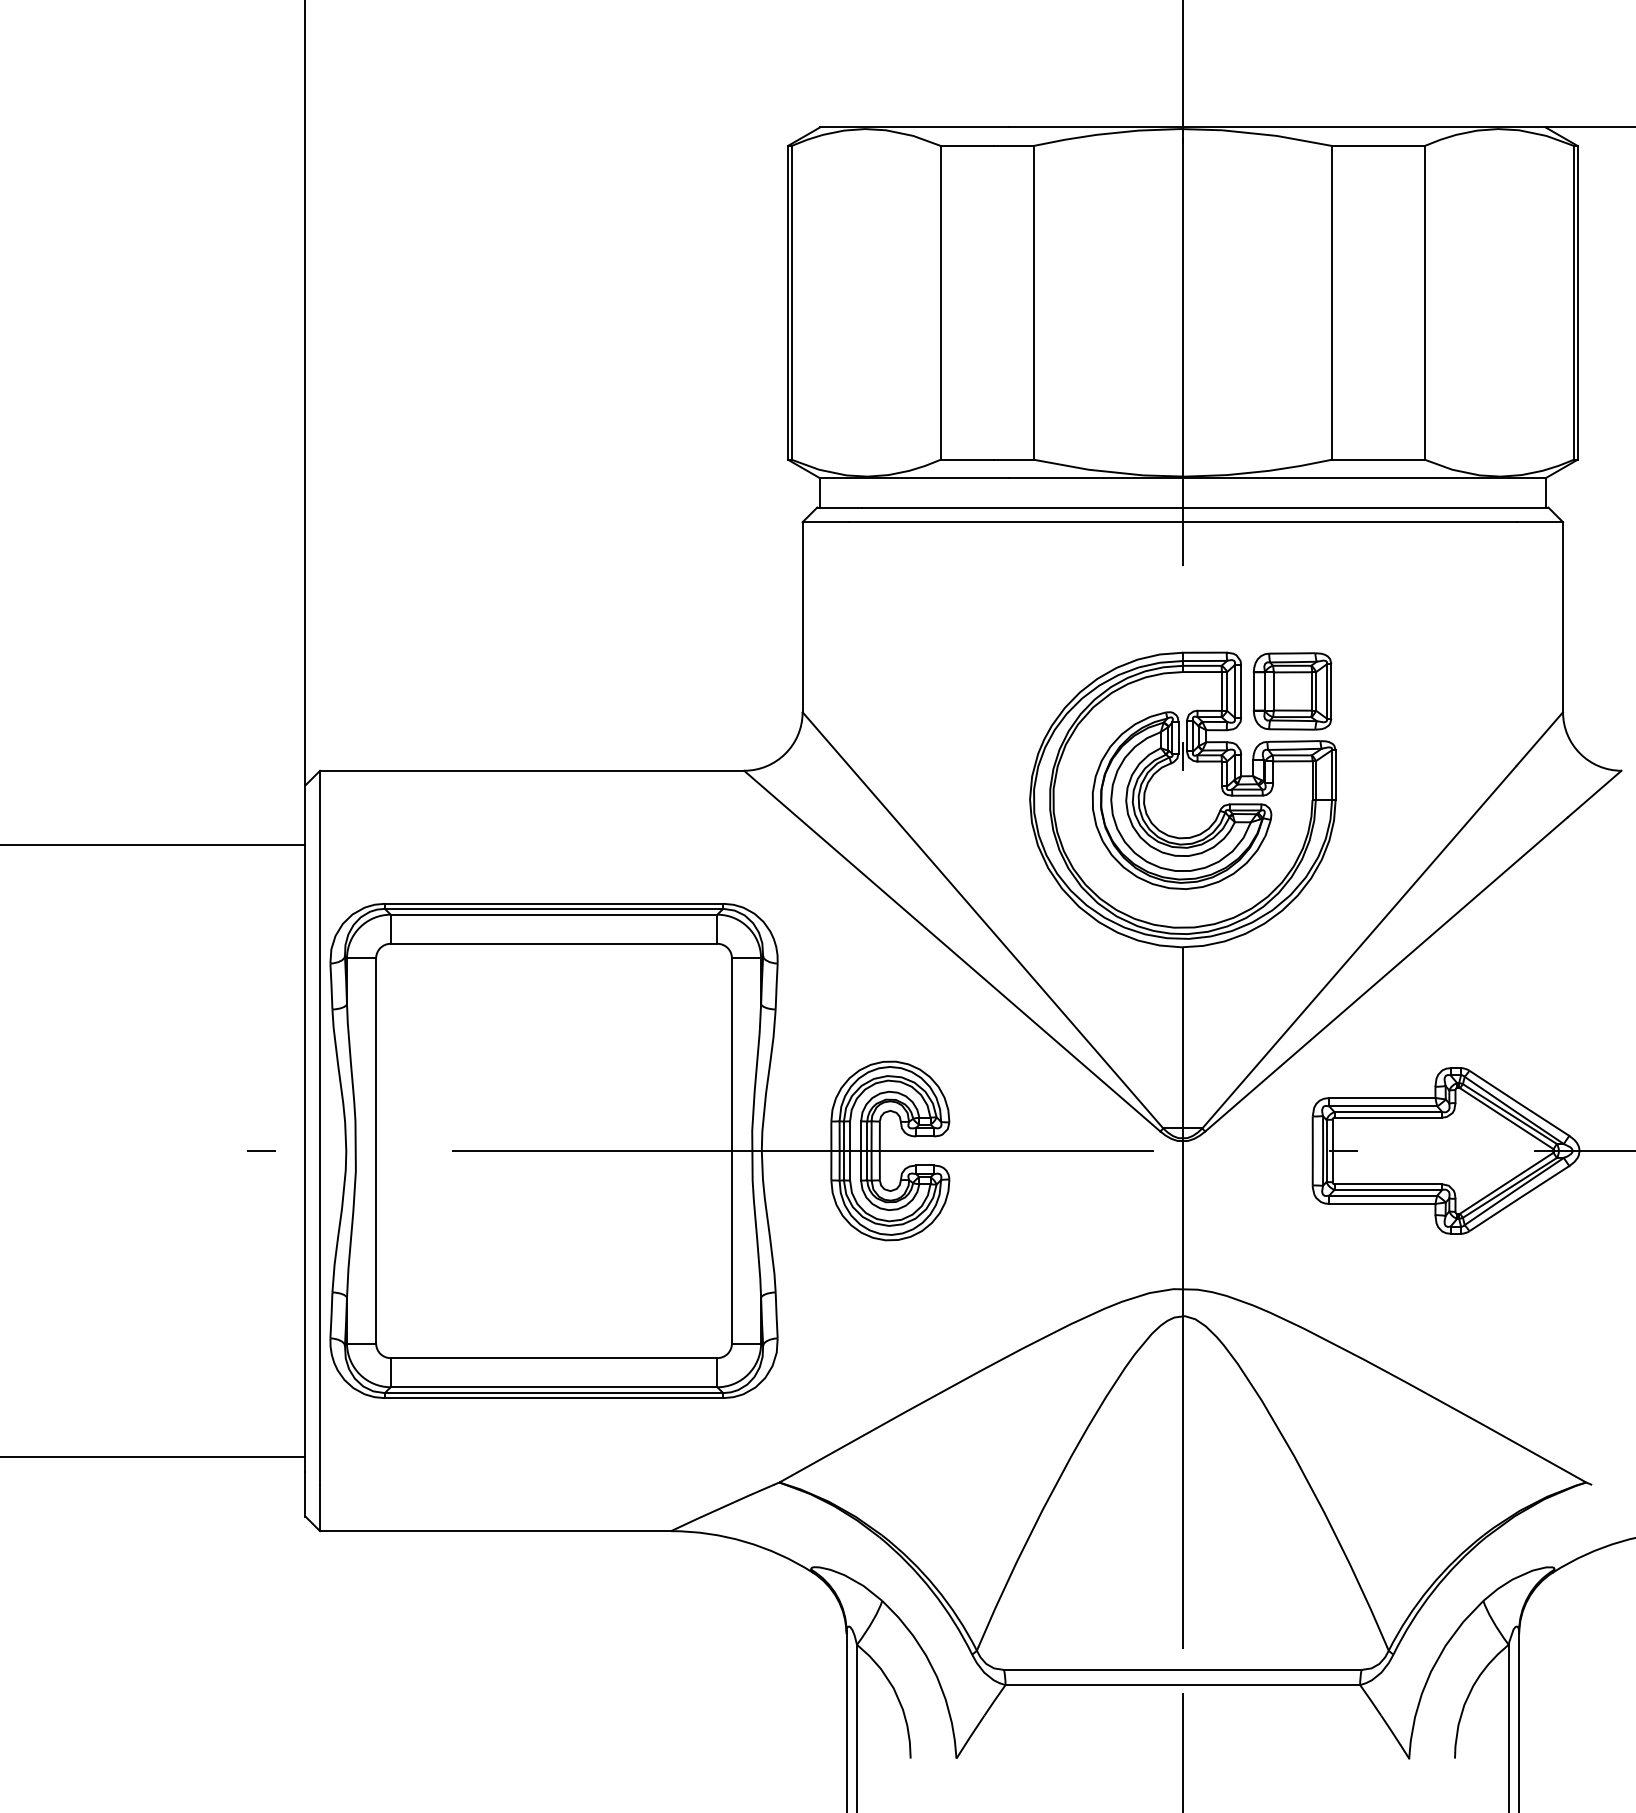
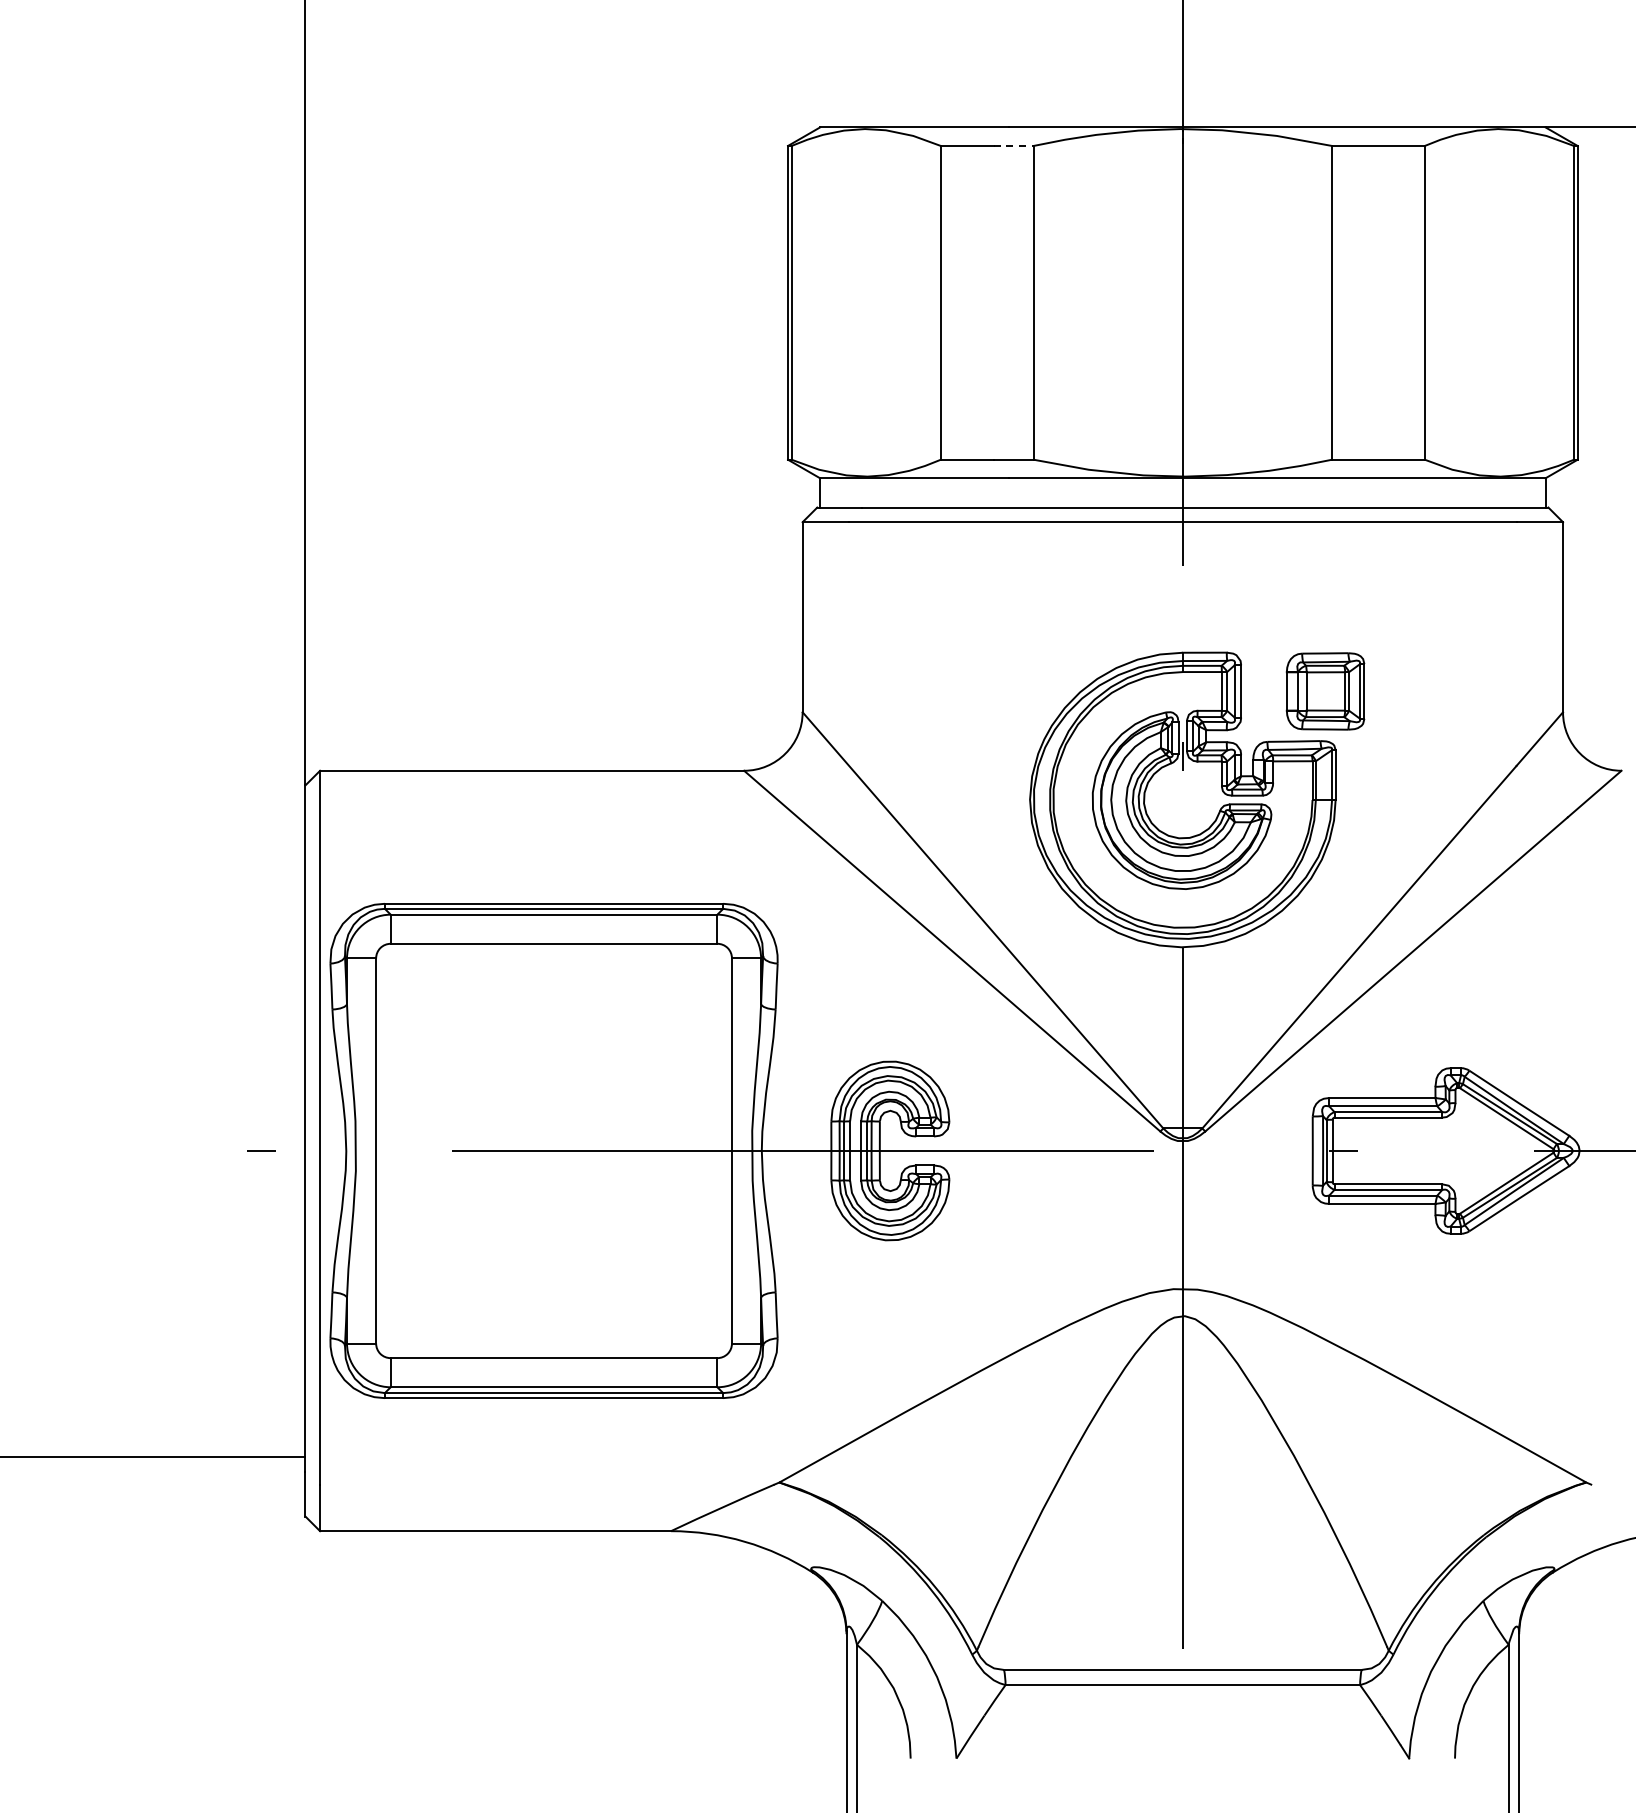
line at (1014, 145): solid -> dashed
part at (1292, 691) position: (1292, 691) -> (1325, 691)
line at (153, 845): present -> none
line at (1182, 1751): present -> none
